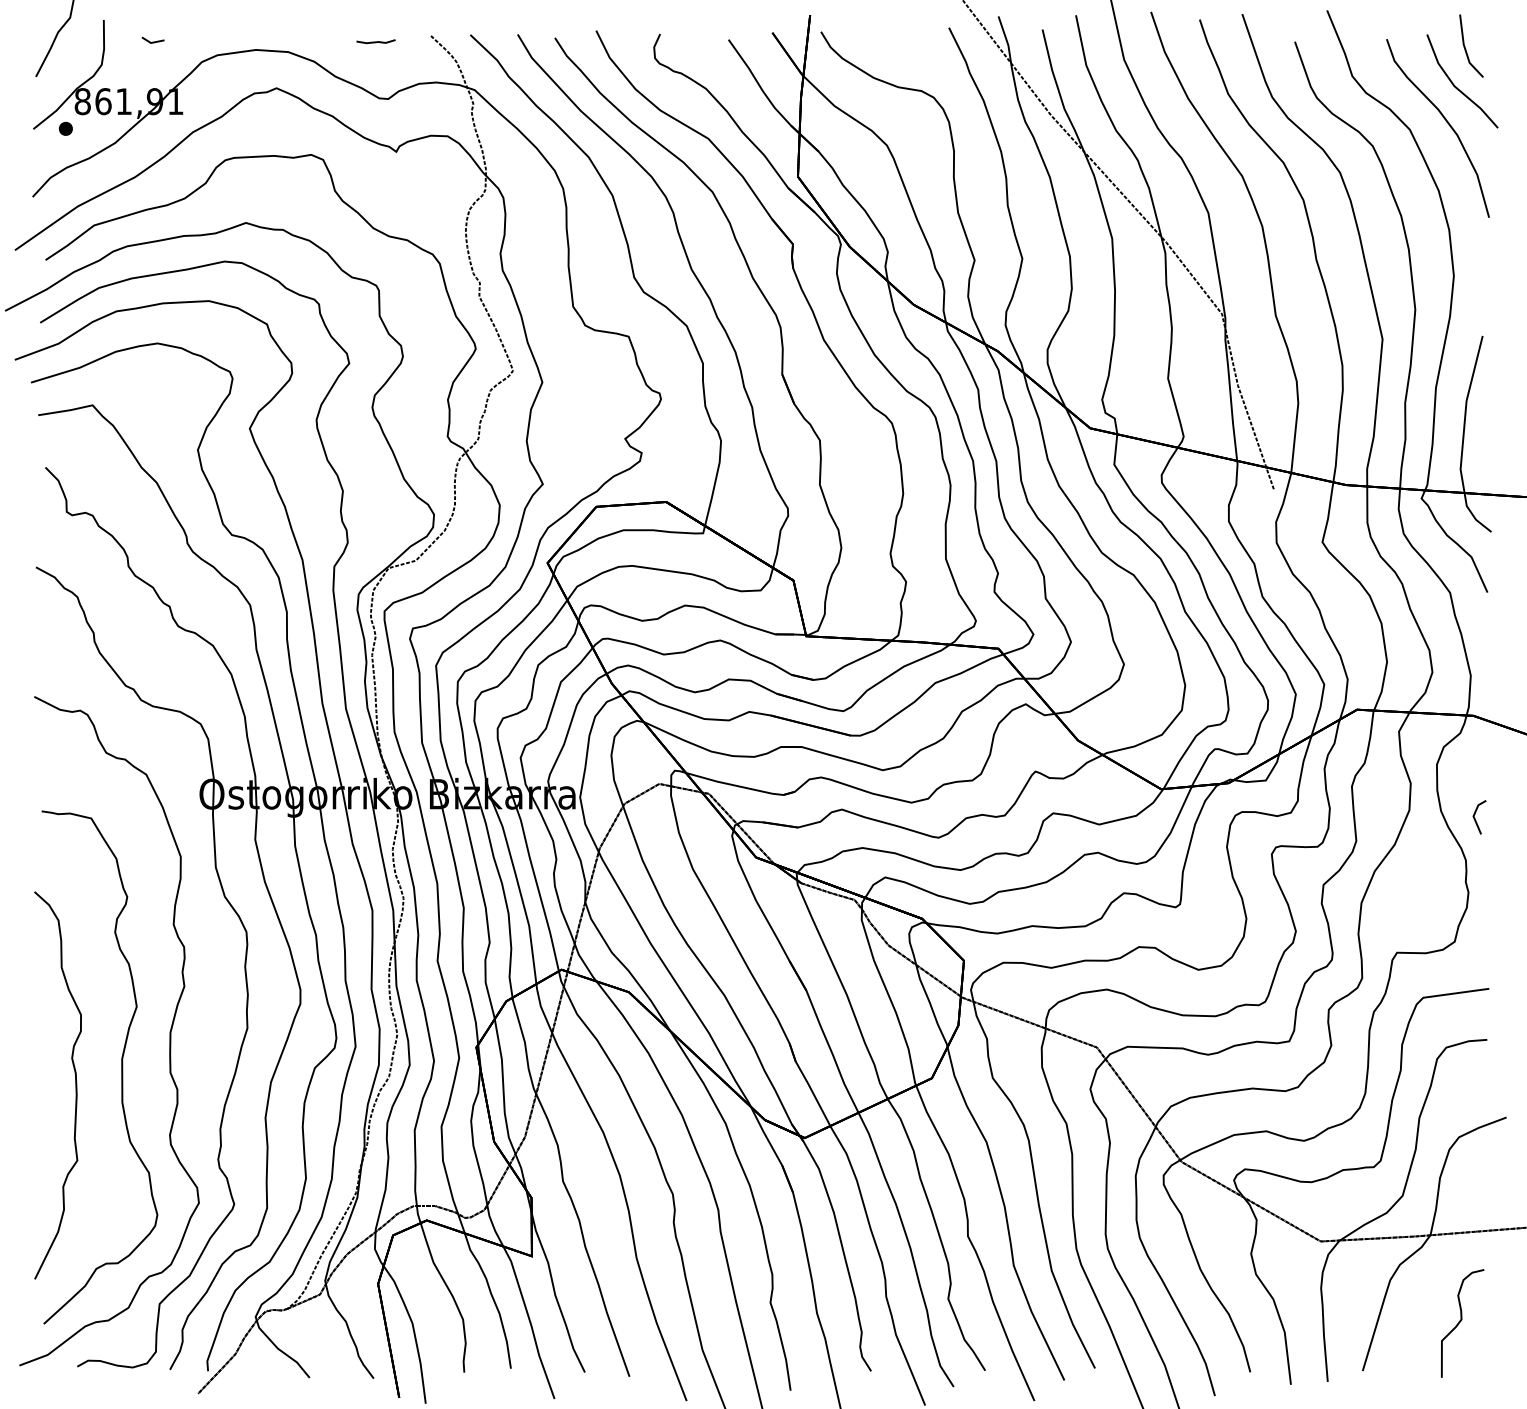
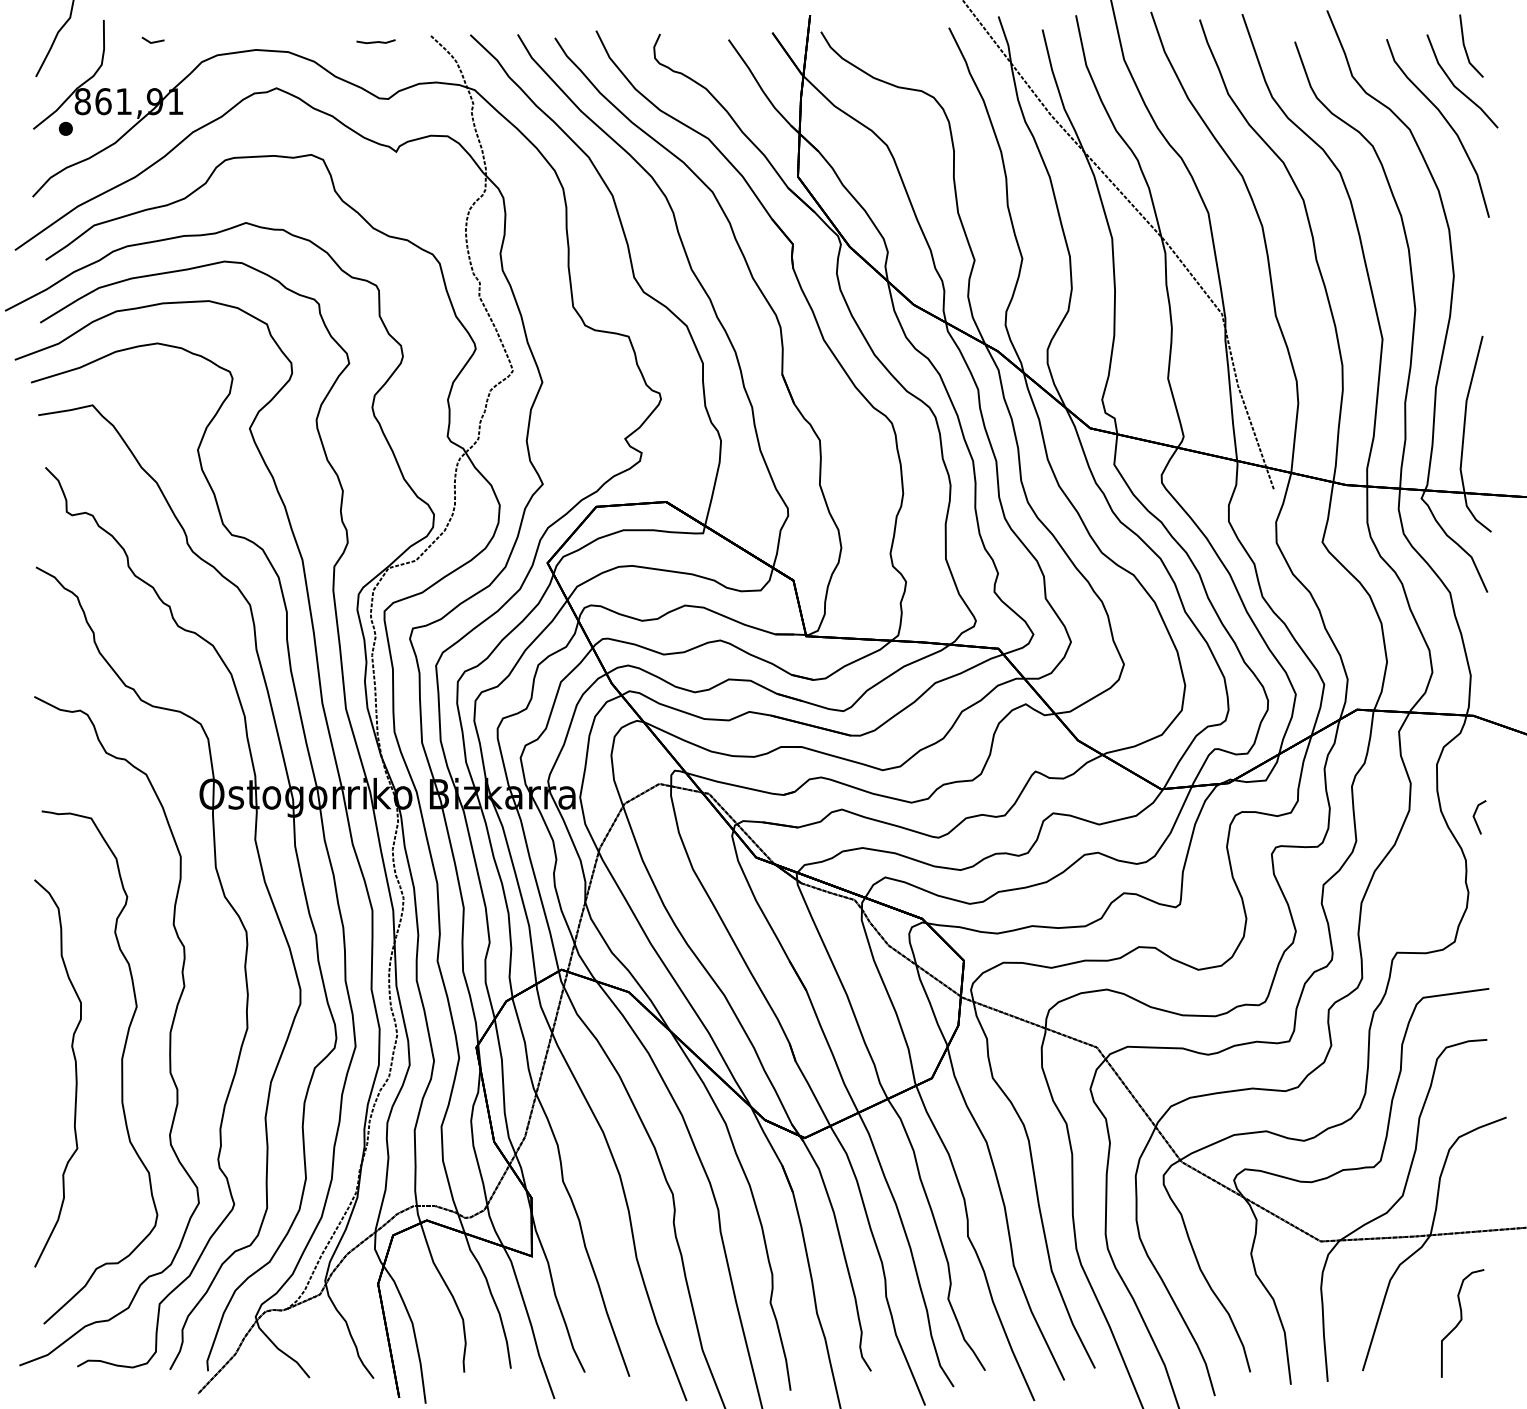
part at (75, 1085) position: (75, 1085) -> (75, 1073)
